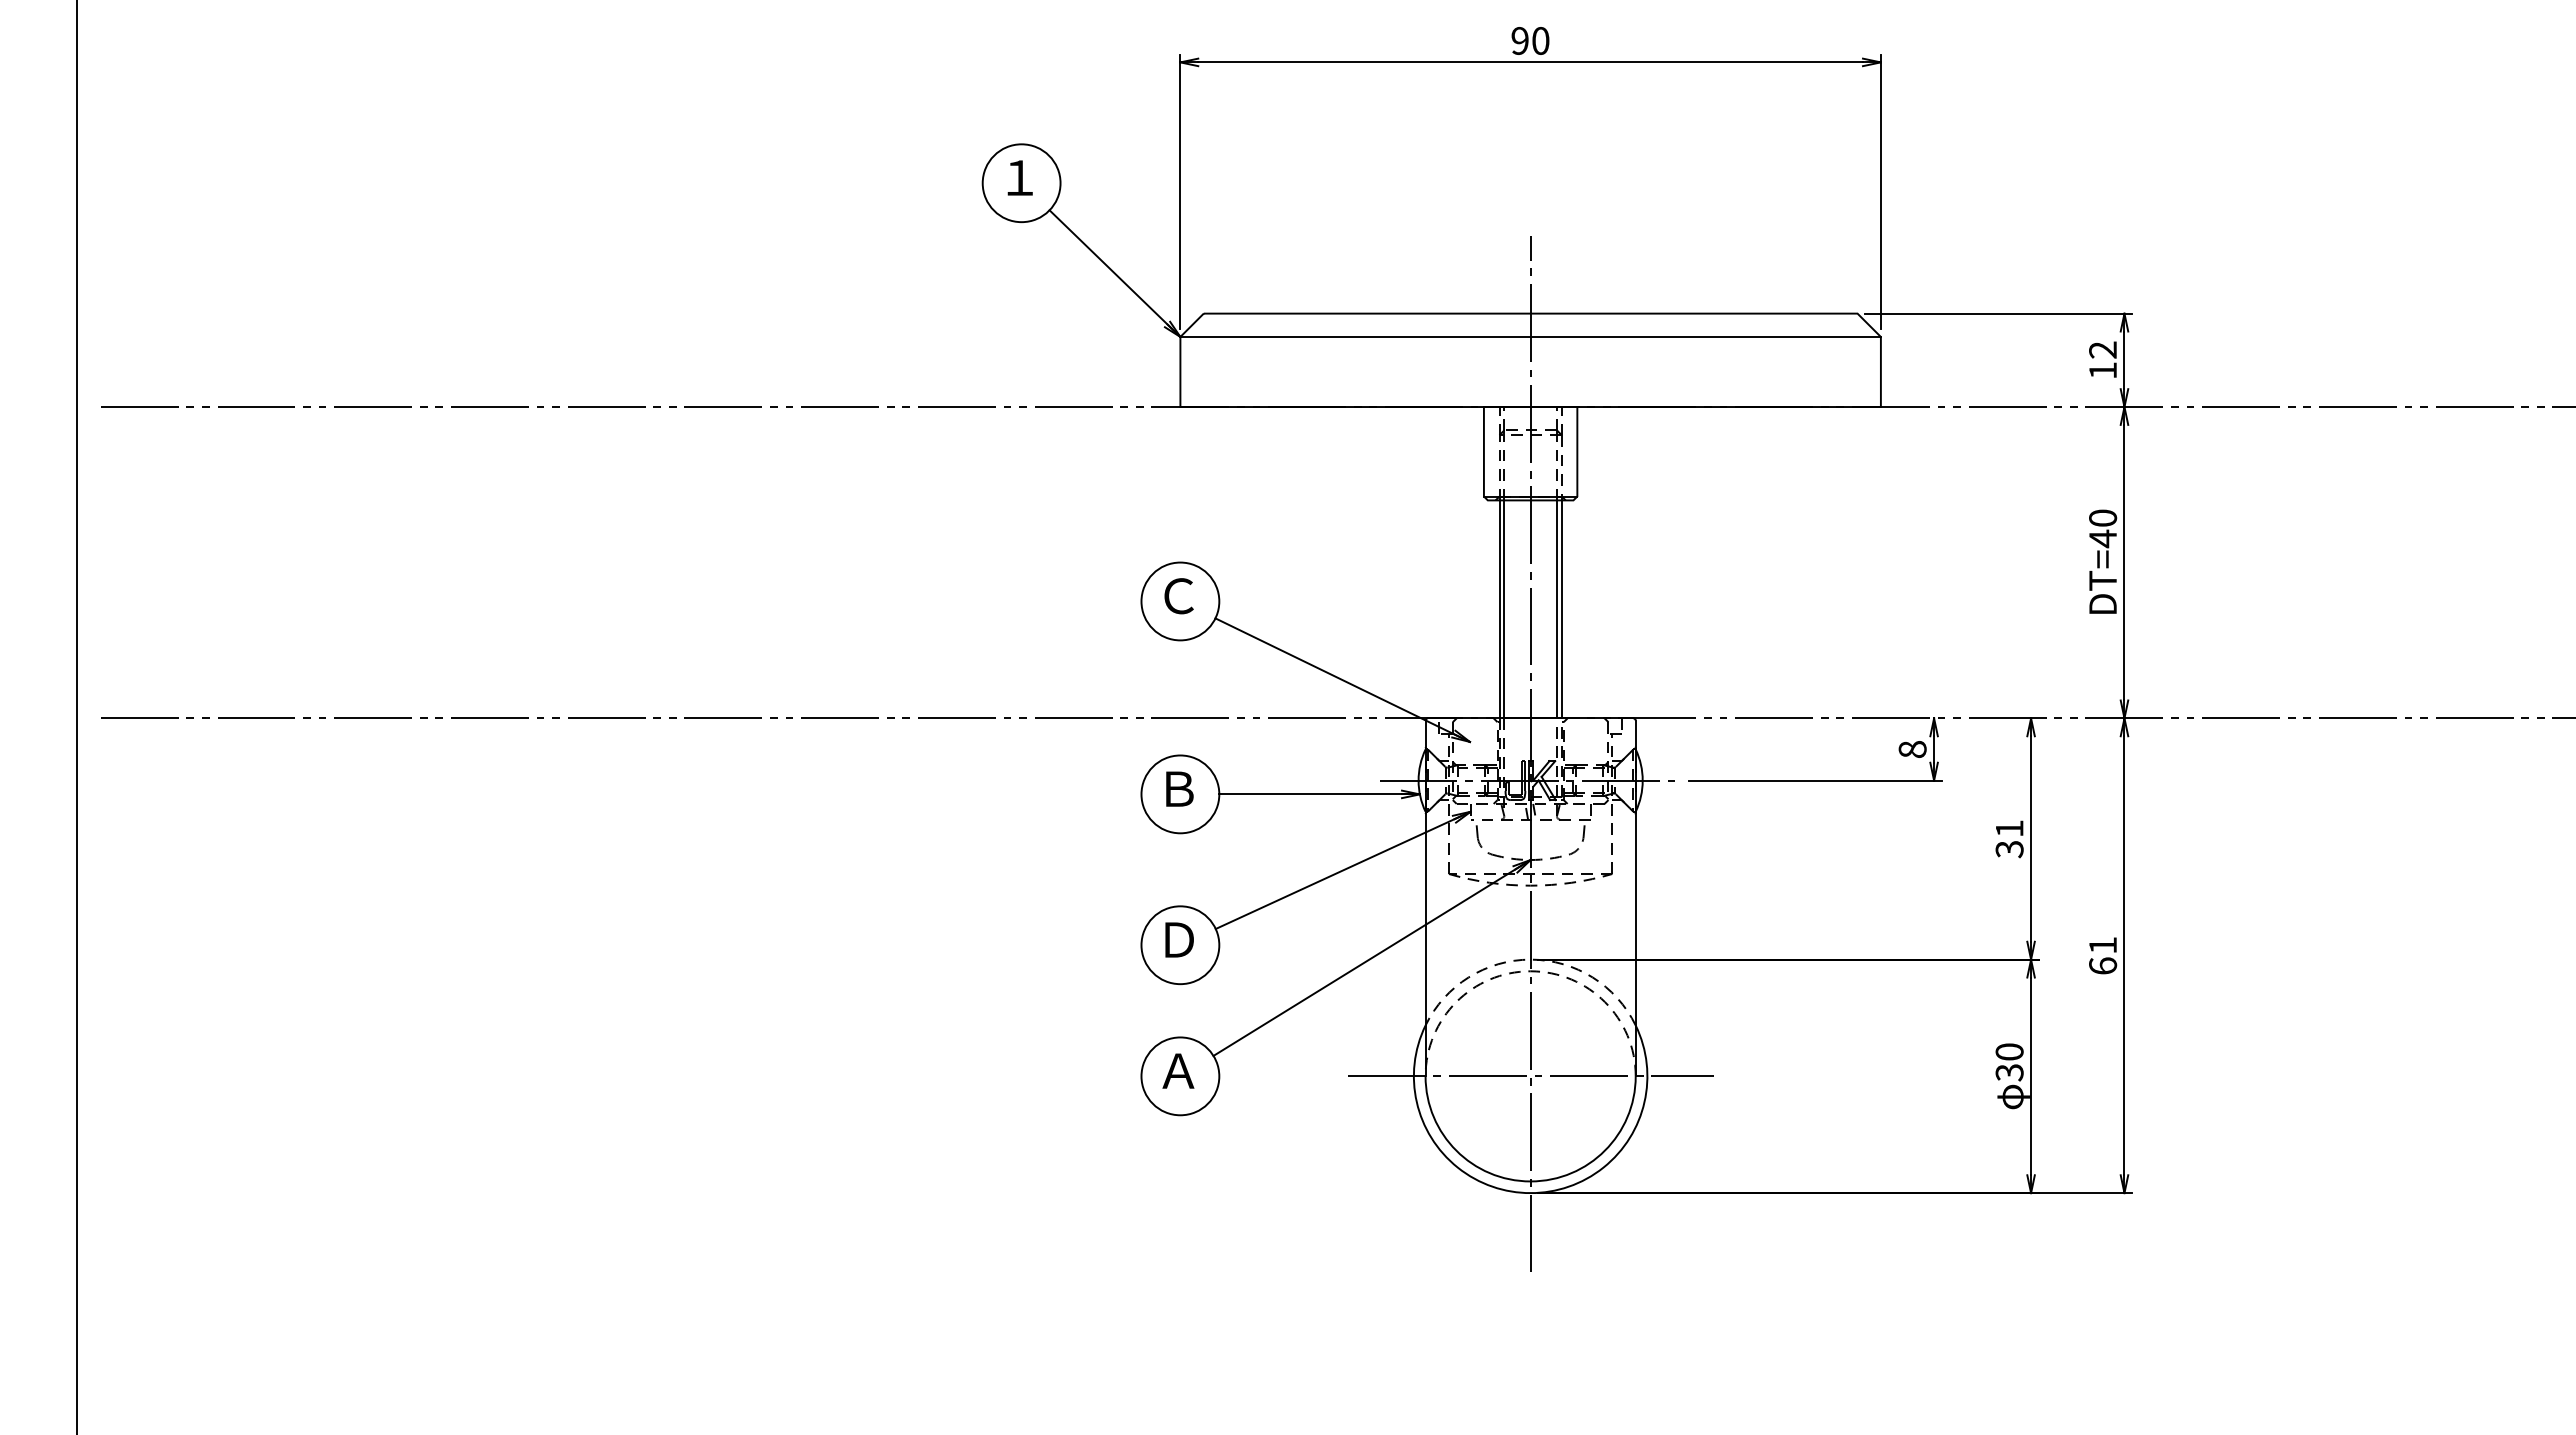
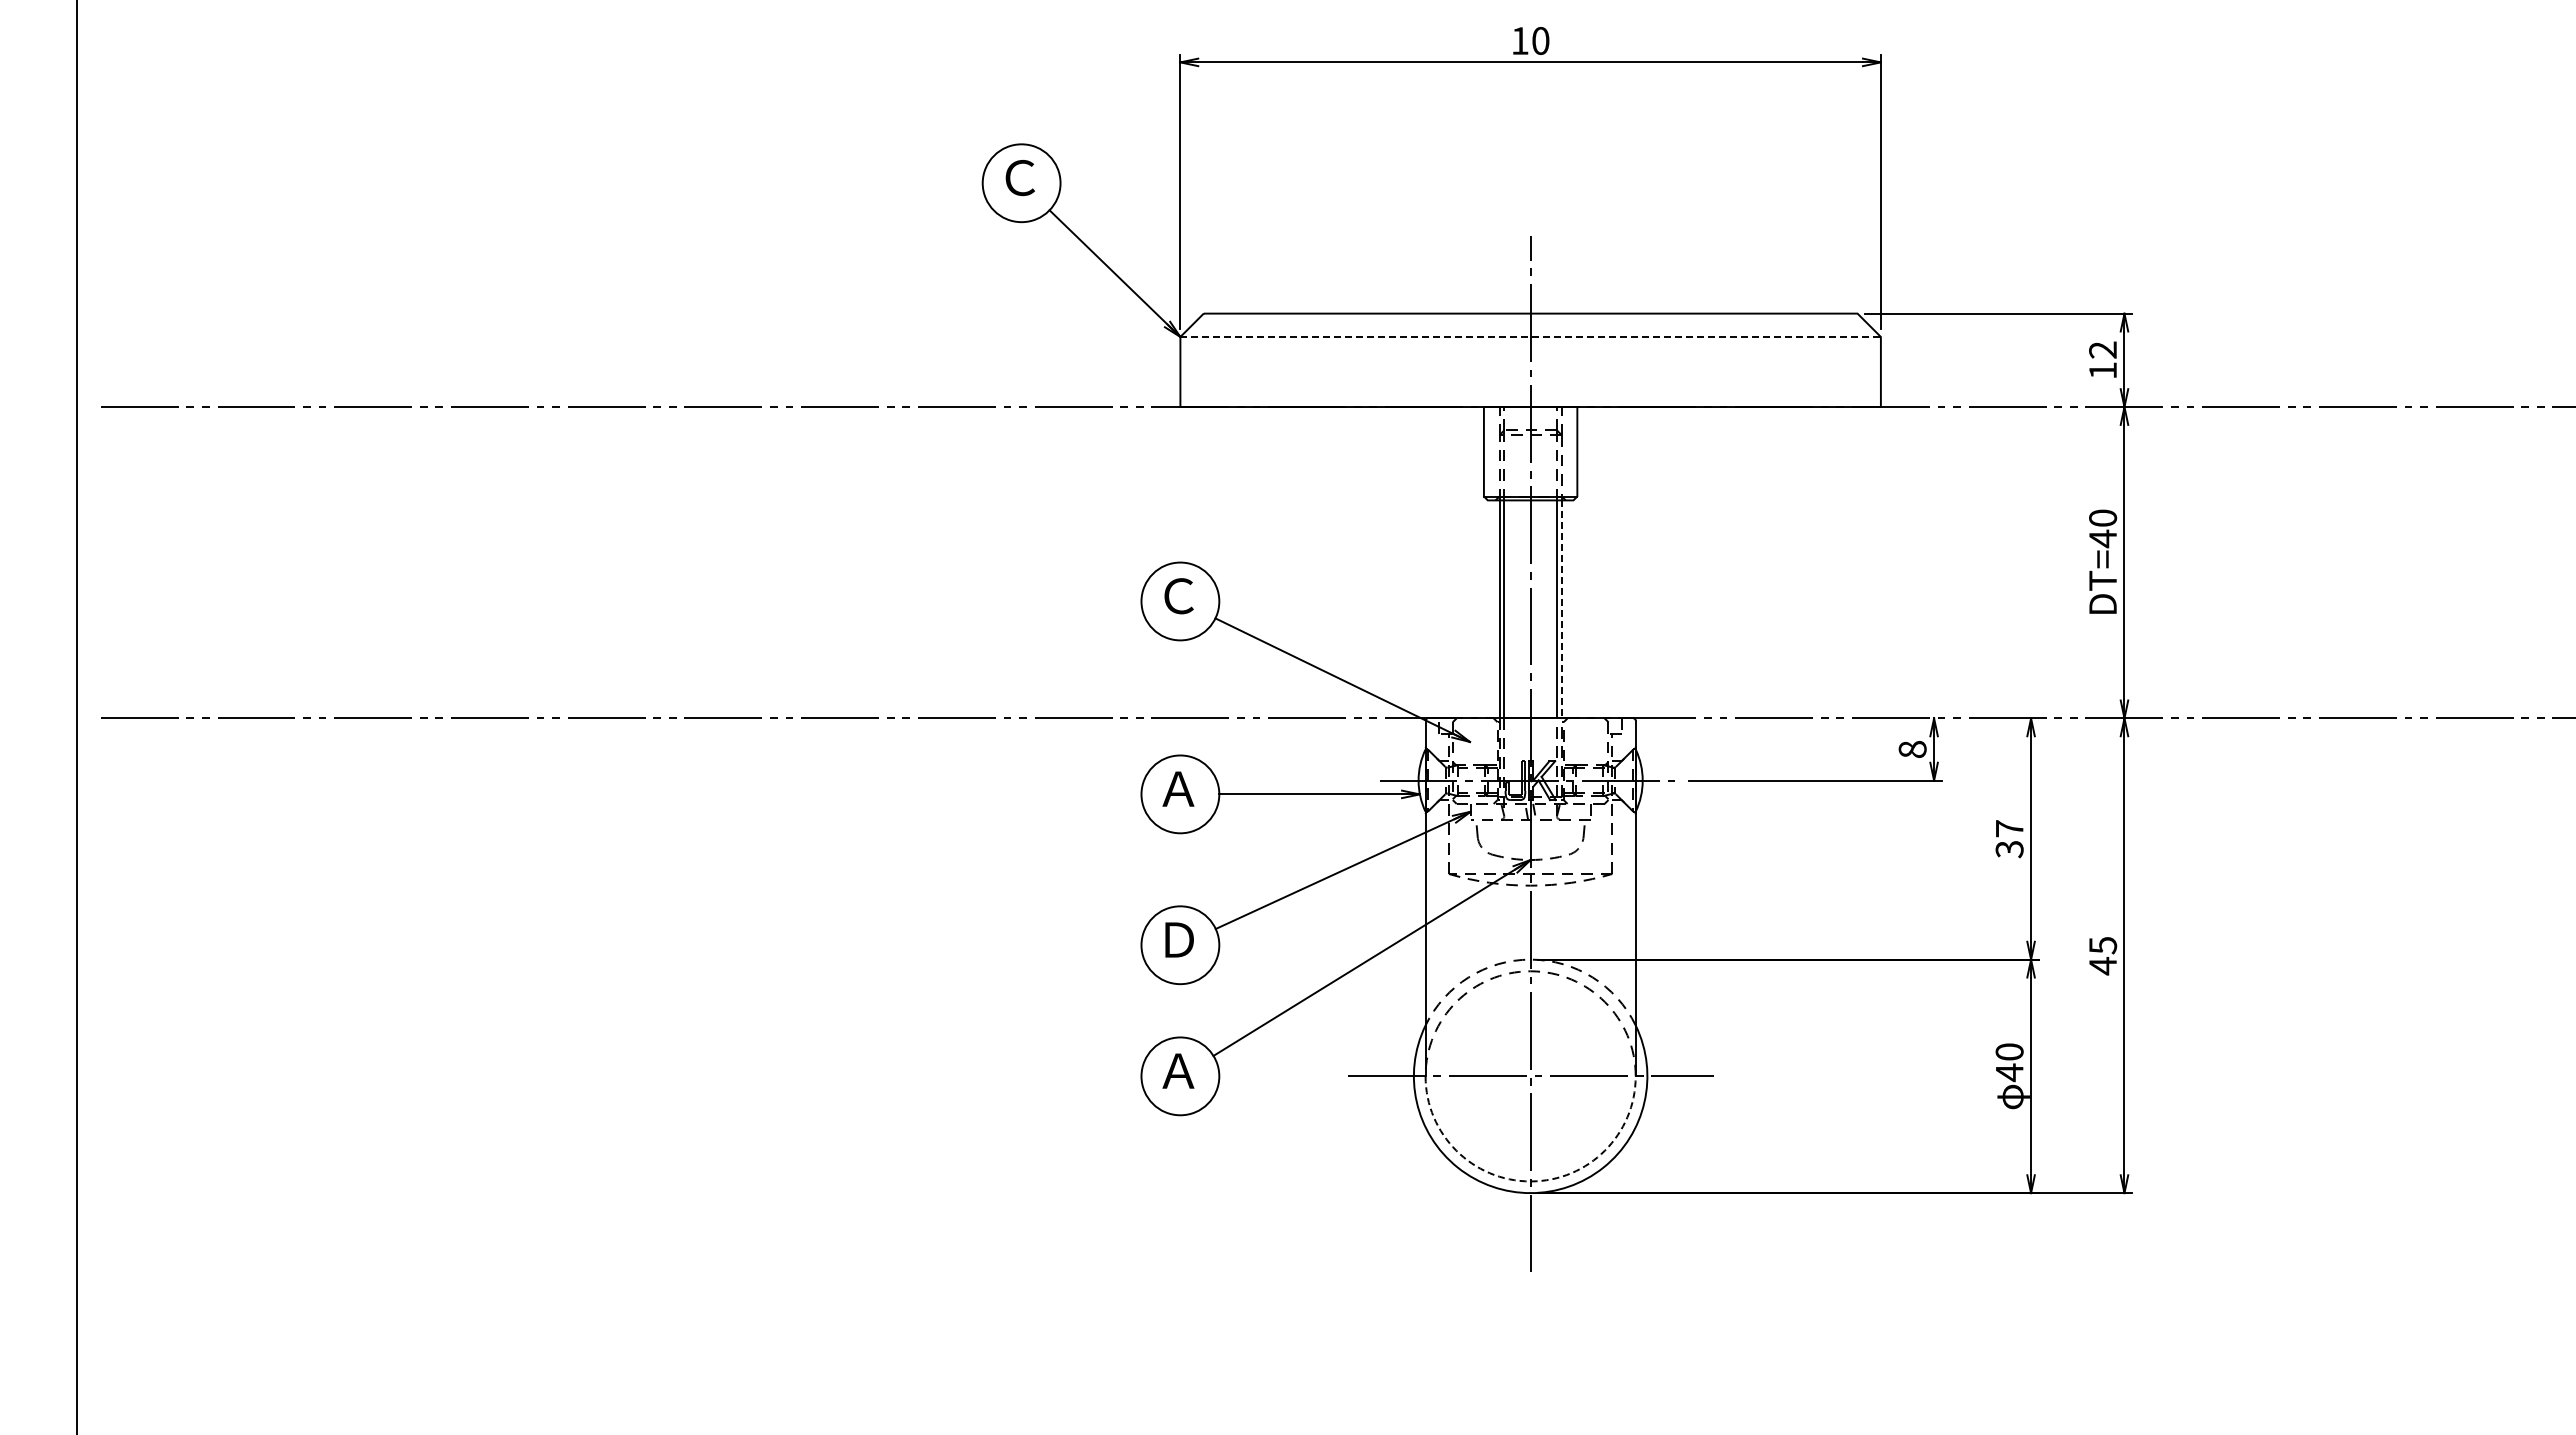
text at (1519, 40): 90 -> 10
text at (1019, 177): １ -> Ｃ
line at (1531, 336): solid -> dashed
line at (1561, 609): solid -> dashed
text at (1178, 788): Ｂ -> Ａ
text at (2009, 828): 31 -> 37
text at (2103, 956): 61 -> 45
text at (2009, 1072): 30 -> 40
arc at (1530, 1181): solid -> dashed
